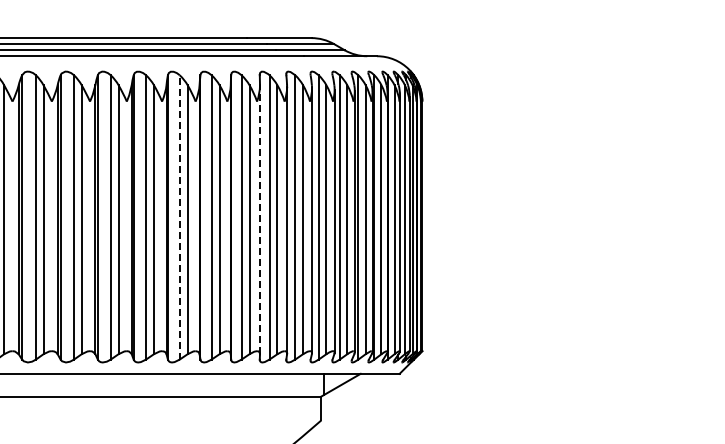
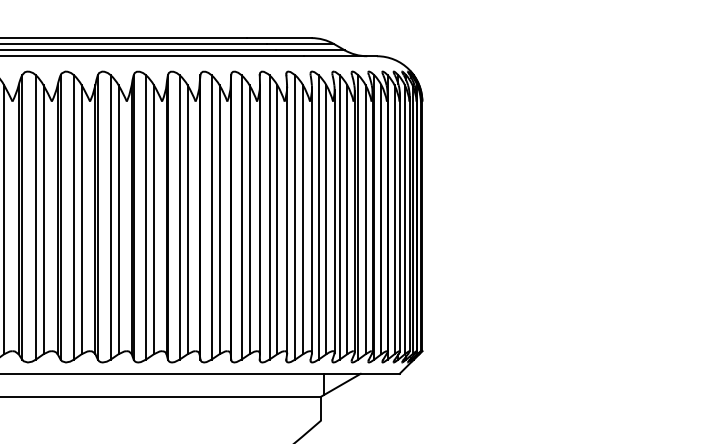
line at (179, 216): dashed -> solid
line at (260, 219): dashed -> solid
